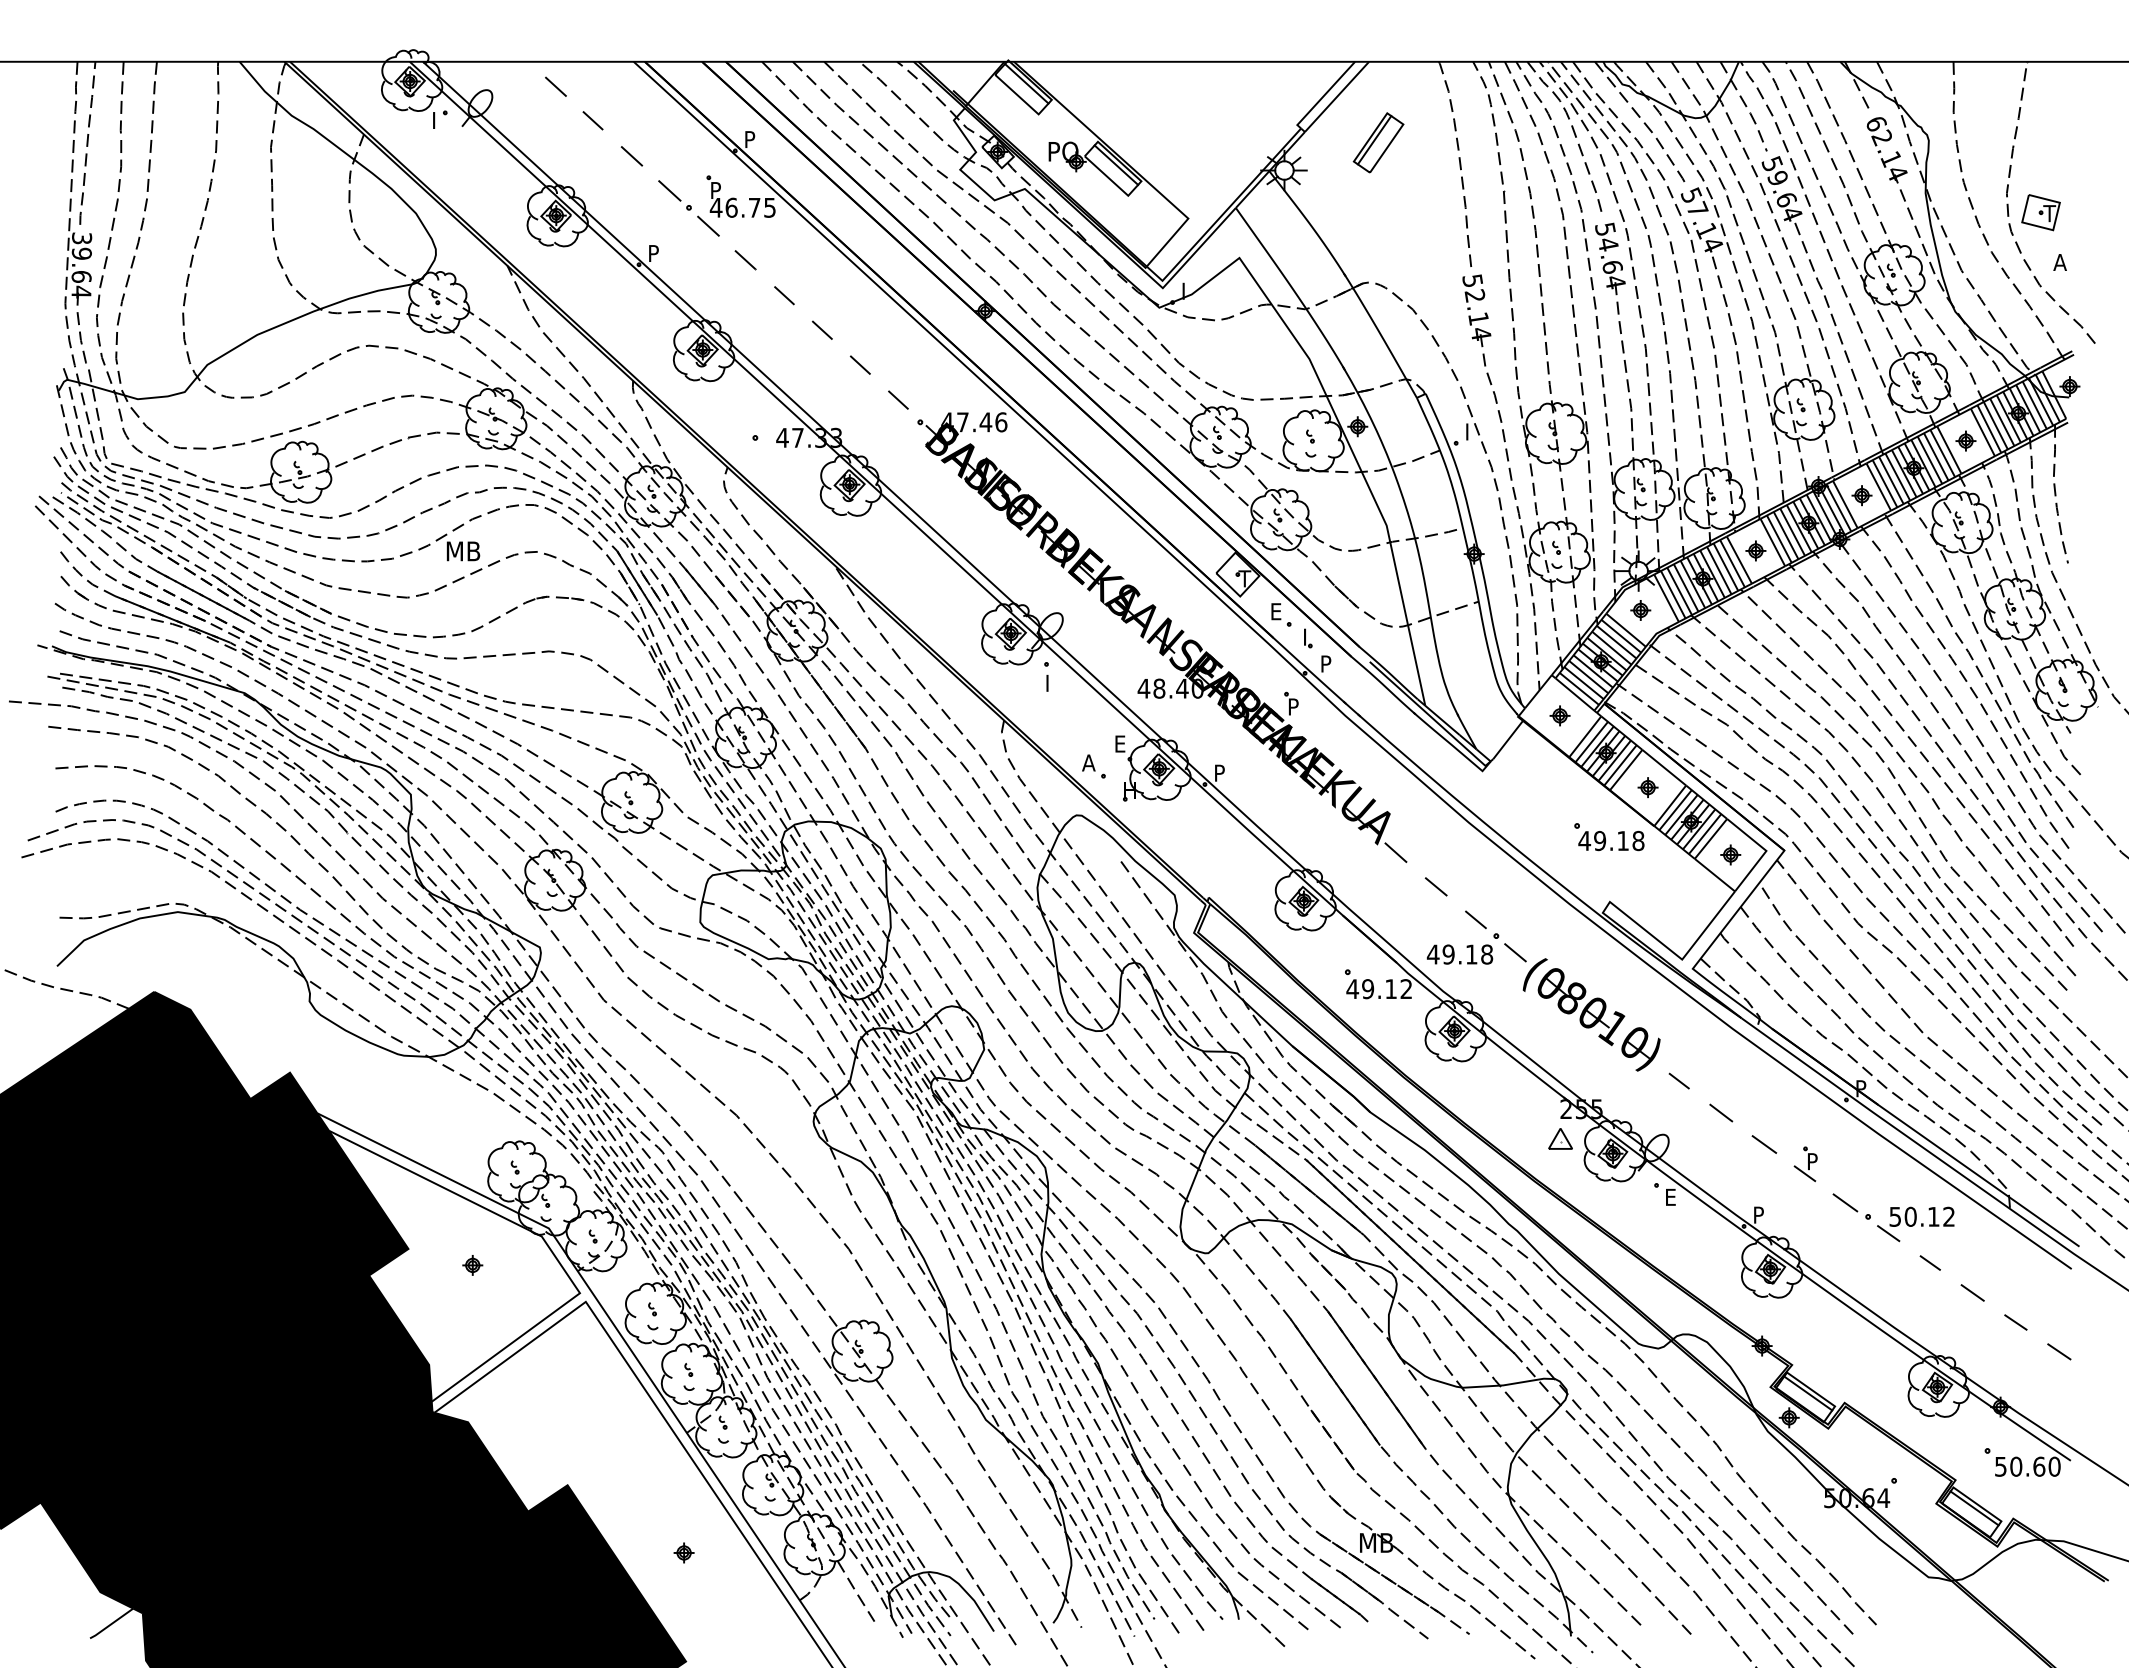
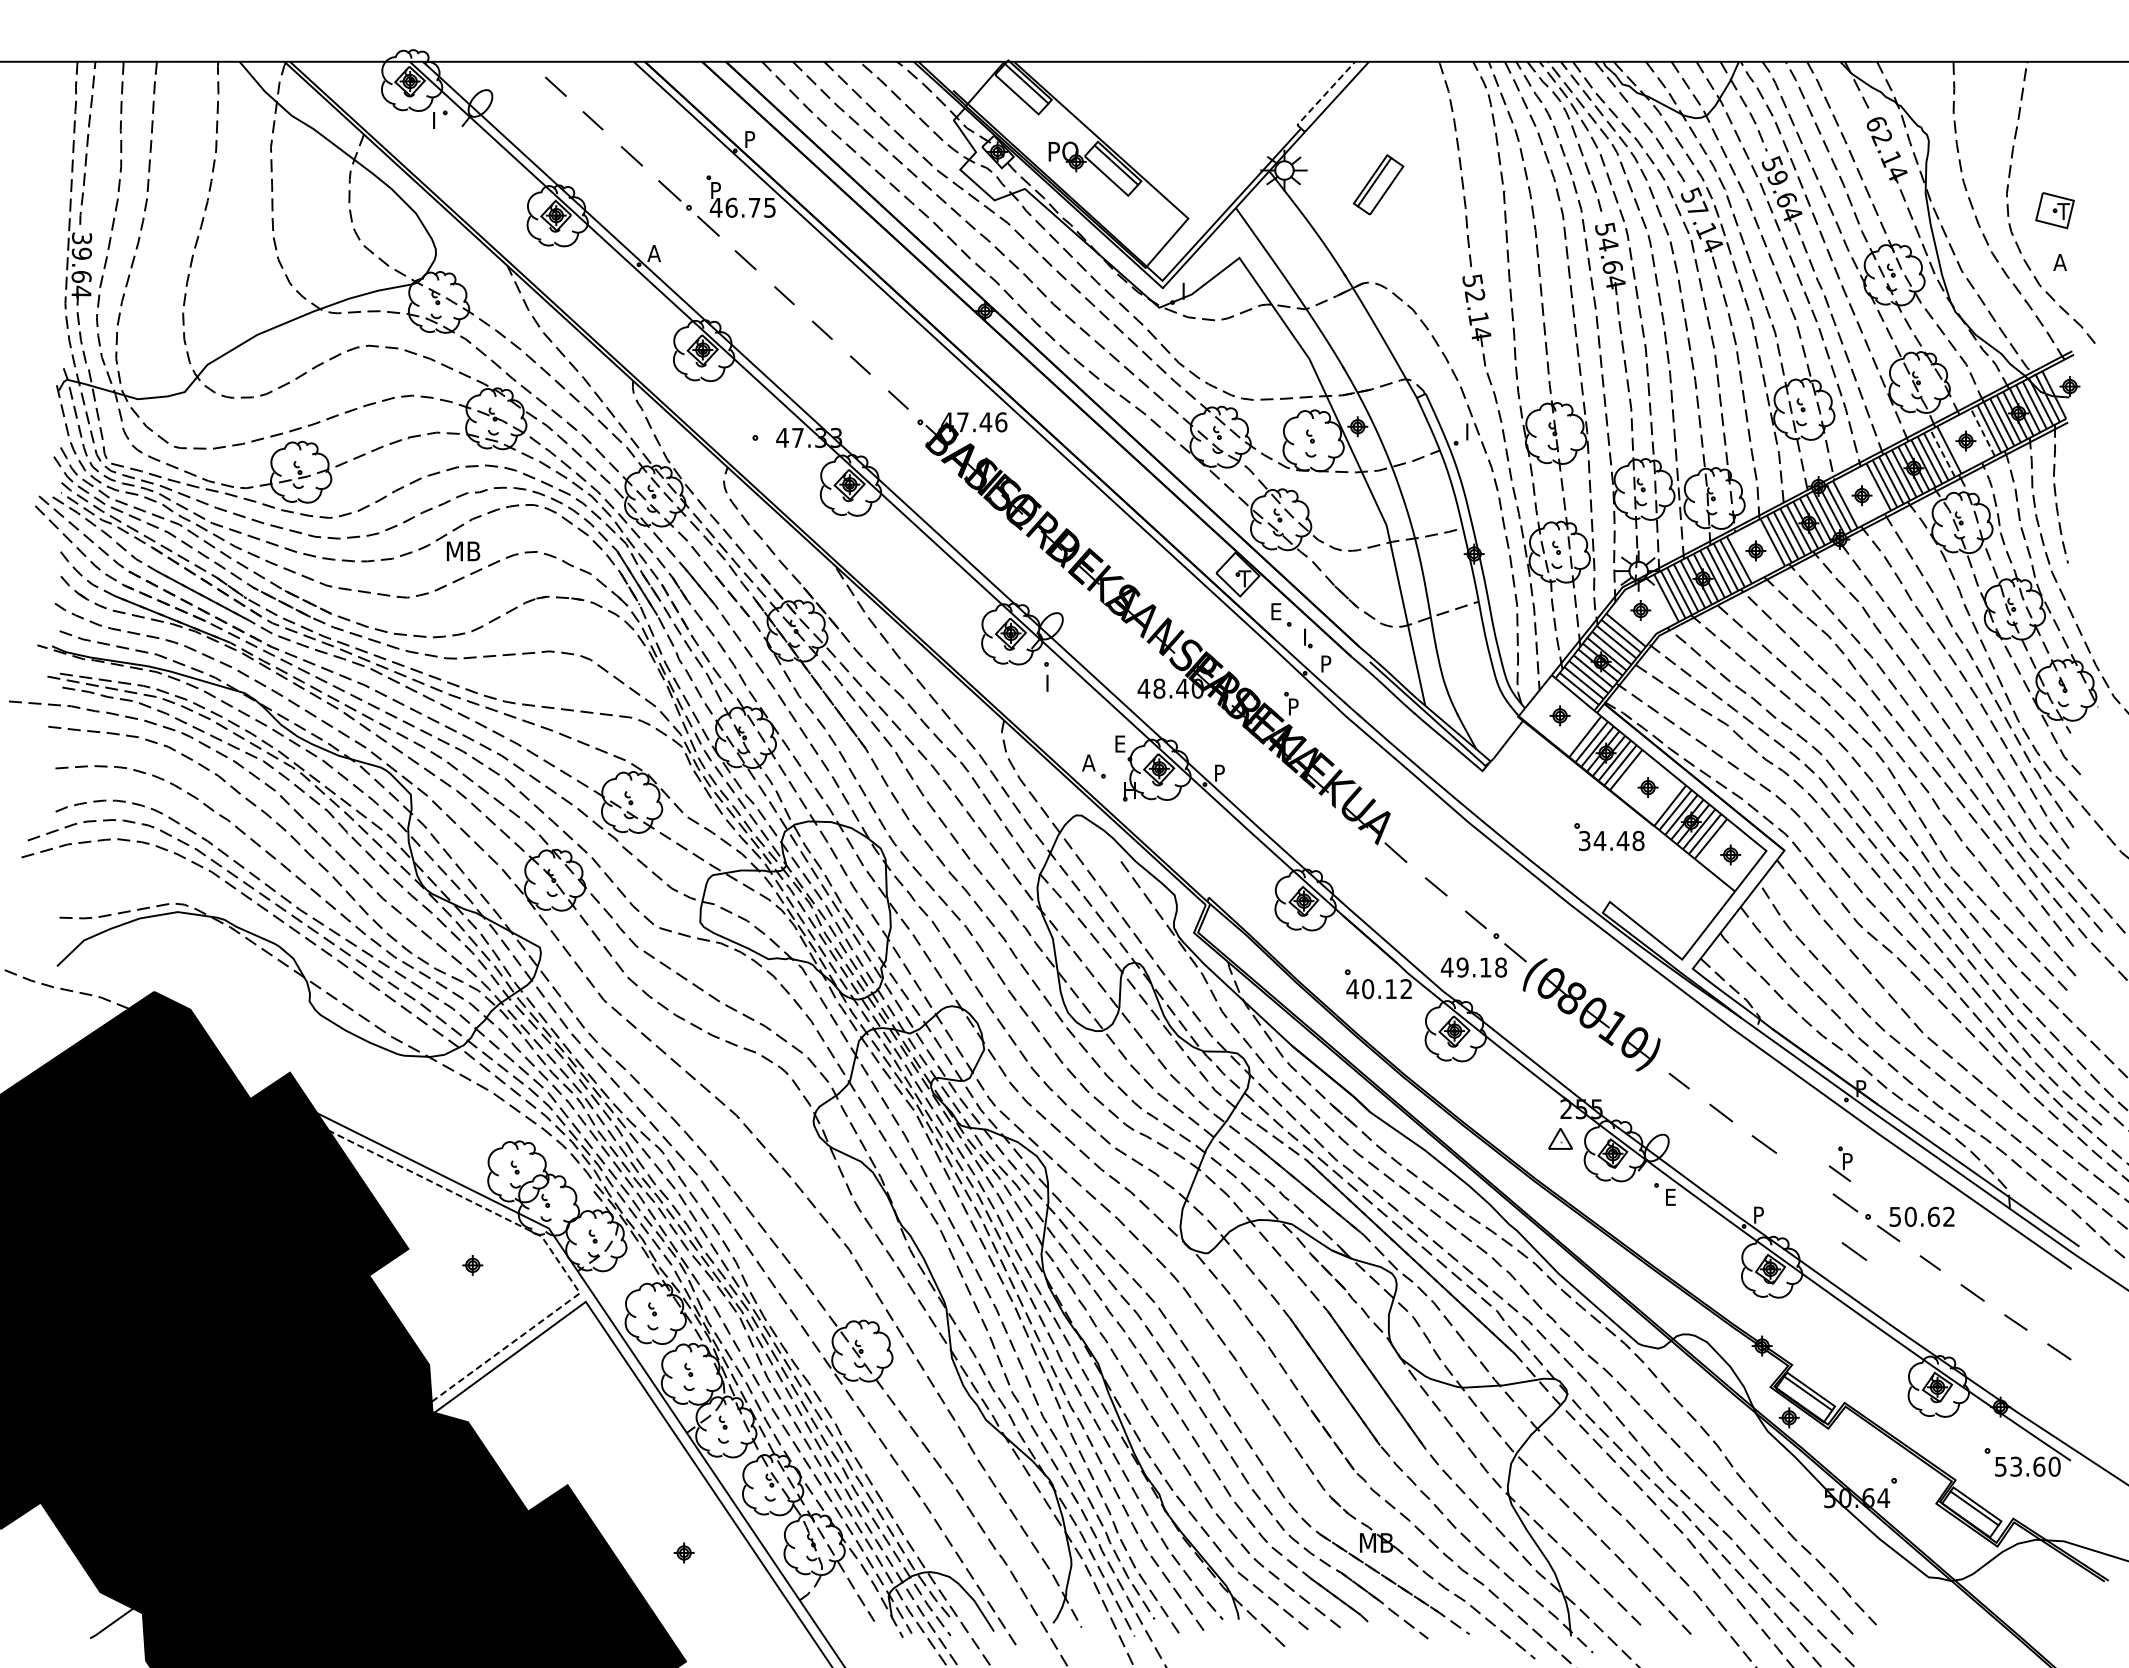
line at (1324, 95): solid -> dashed
part at (1378, 142) position: (1378, 142) -> (1378, 184)
part at (2040, 212) position: (2040, 212) -> (2054, 210)
text at (653, 253): P -> A
line at (1982, 432): solid -> dashed
line at (1942, 453): solid -> dashed
text at (1603, 840): 49.18 -> 34.48
text at (1459, 954) position: (1459, 954) -> (1473, 967)
text at (1368, 989): 49.12 -> 40.12
part at (1805, 1164) position: (1805, 1164) -> (1840, 1164)
text at (1933, 1216): 50.12 -> 50.62
line at (545, 1242): solid -> dashed
line at (1854, 1251): none -> present
text at (2016, 1466): 50.60 -> 53.60
